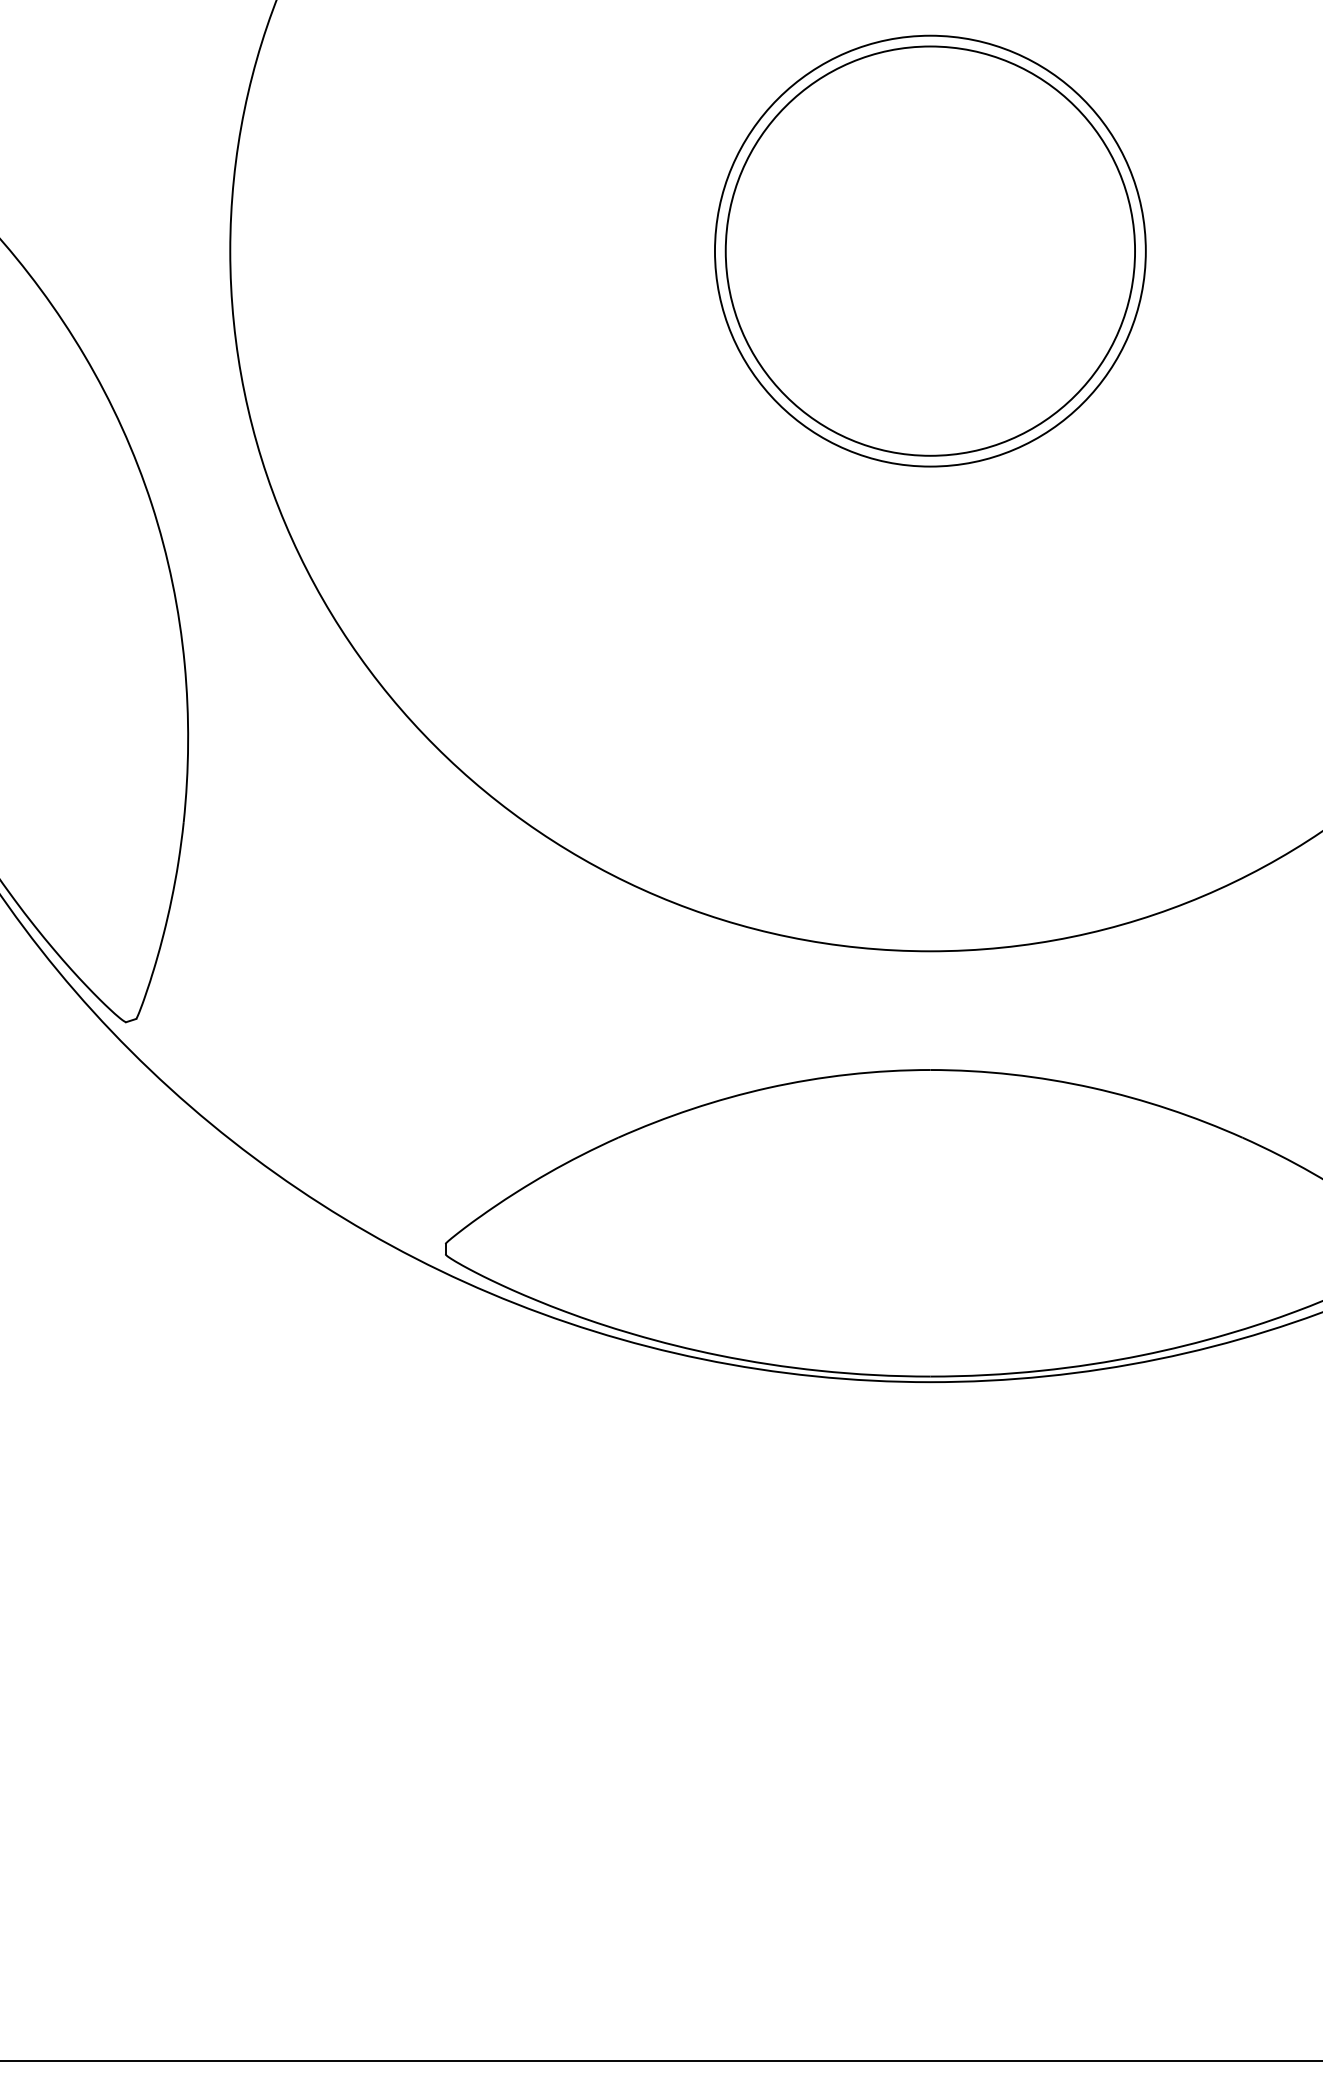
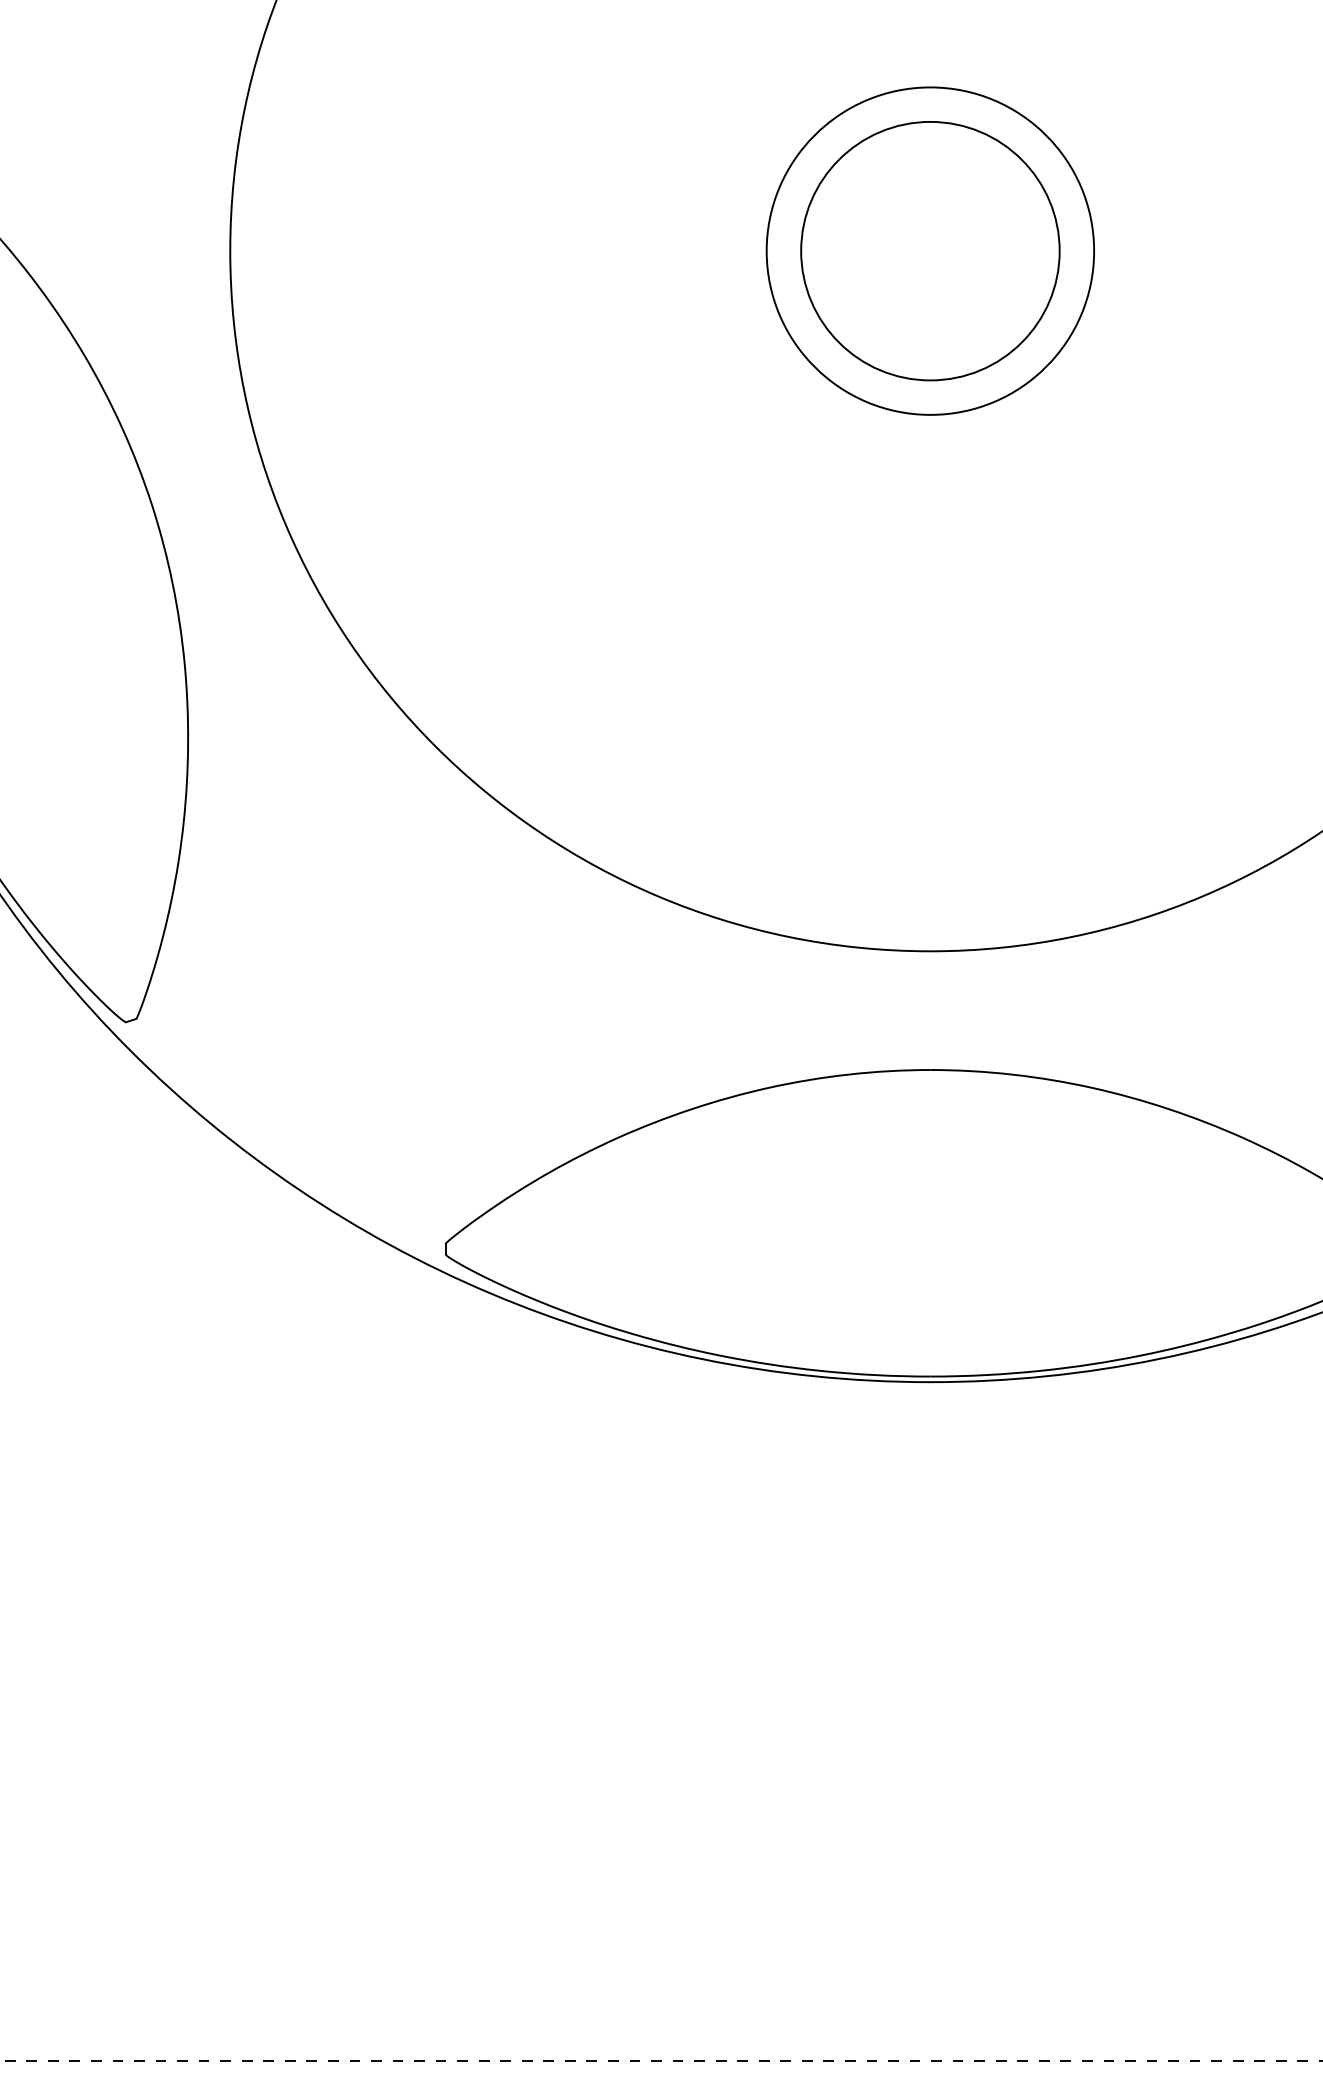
circle at (929, 250) diameter: 431 px -> 259 px
circle at (930, 250) diameter: 409 px -> 327 px
line at (661, 2060): solid -> dashed
